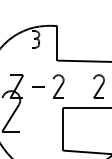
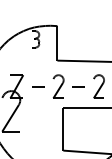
line at (78, 86): none -> present
